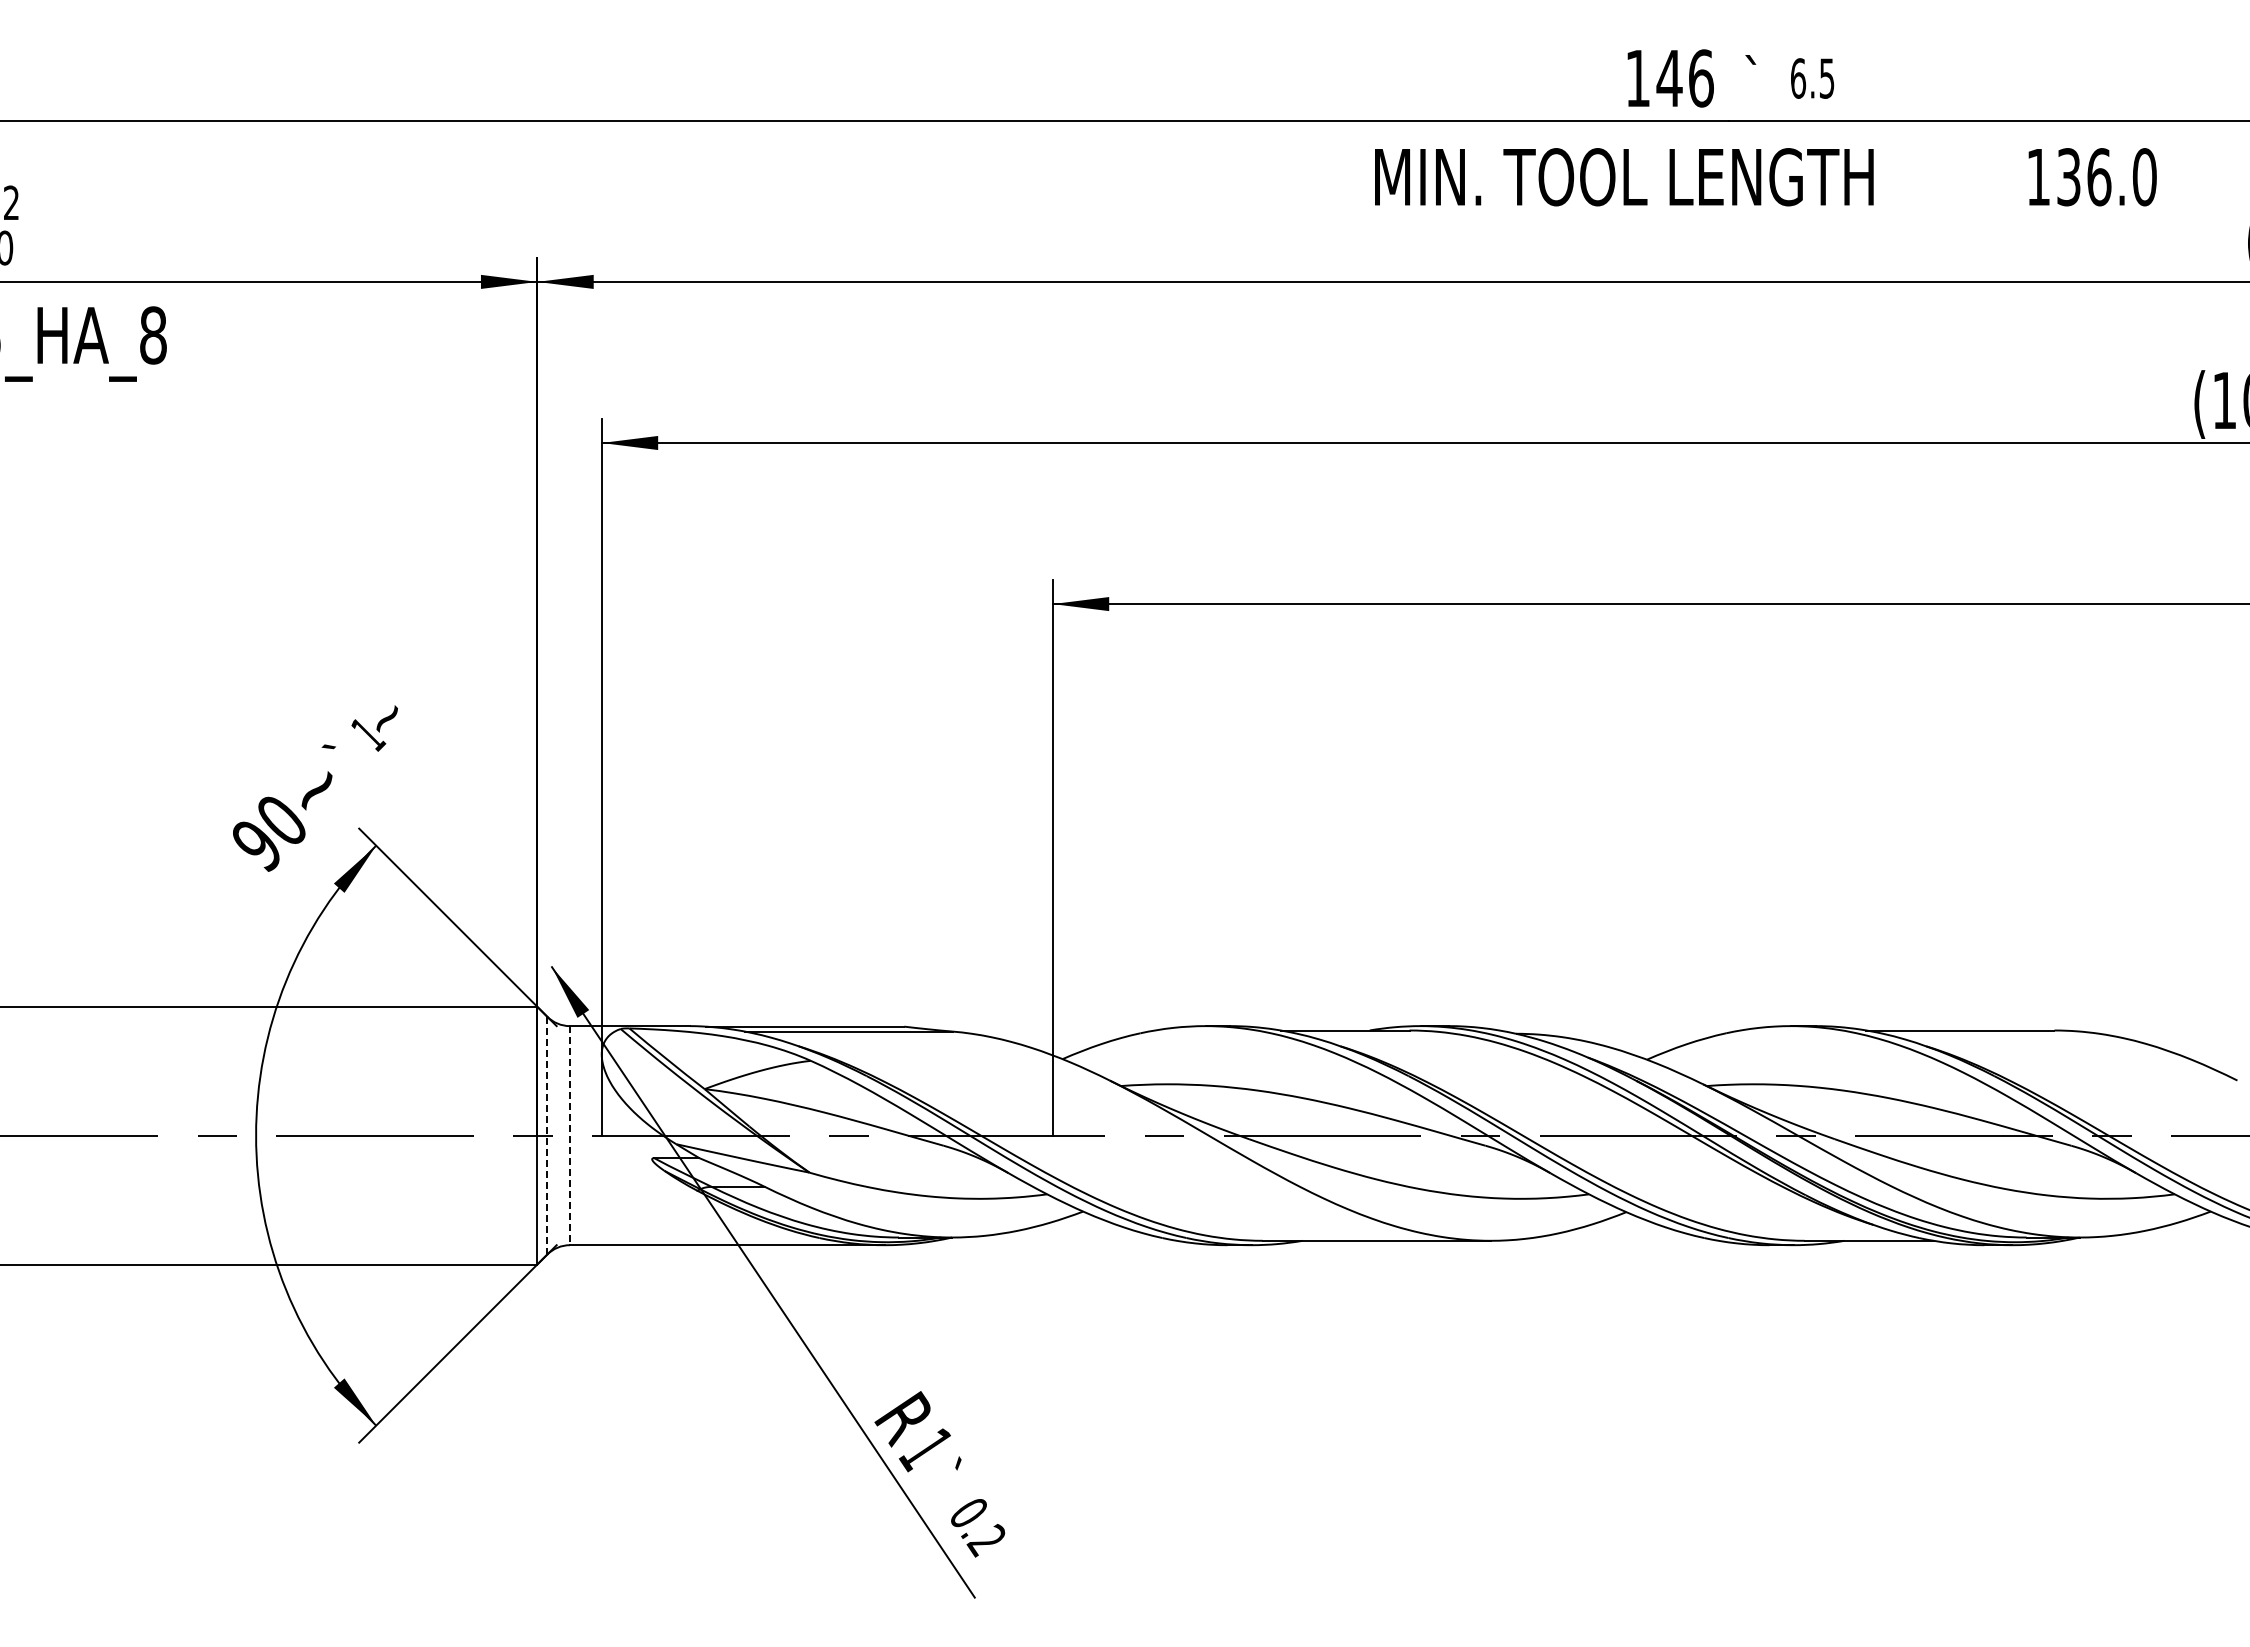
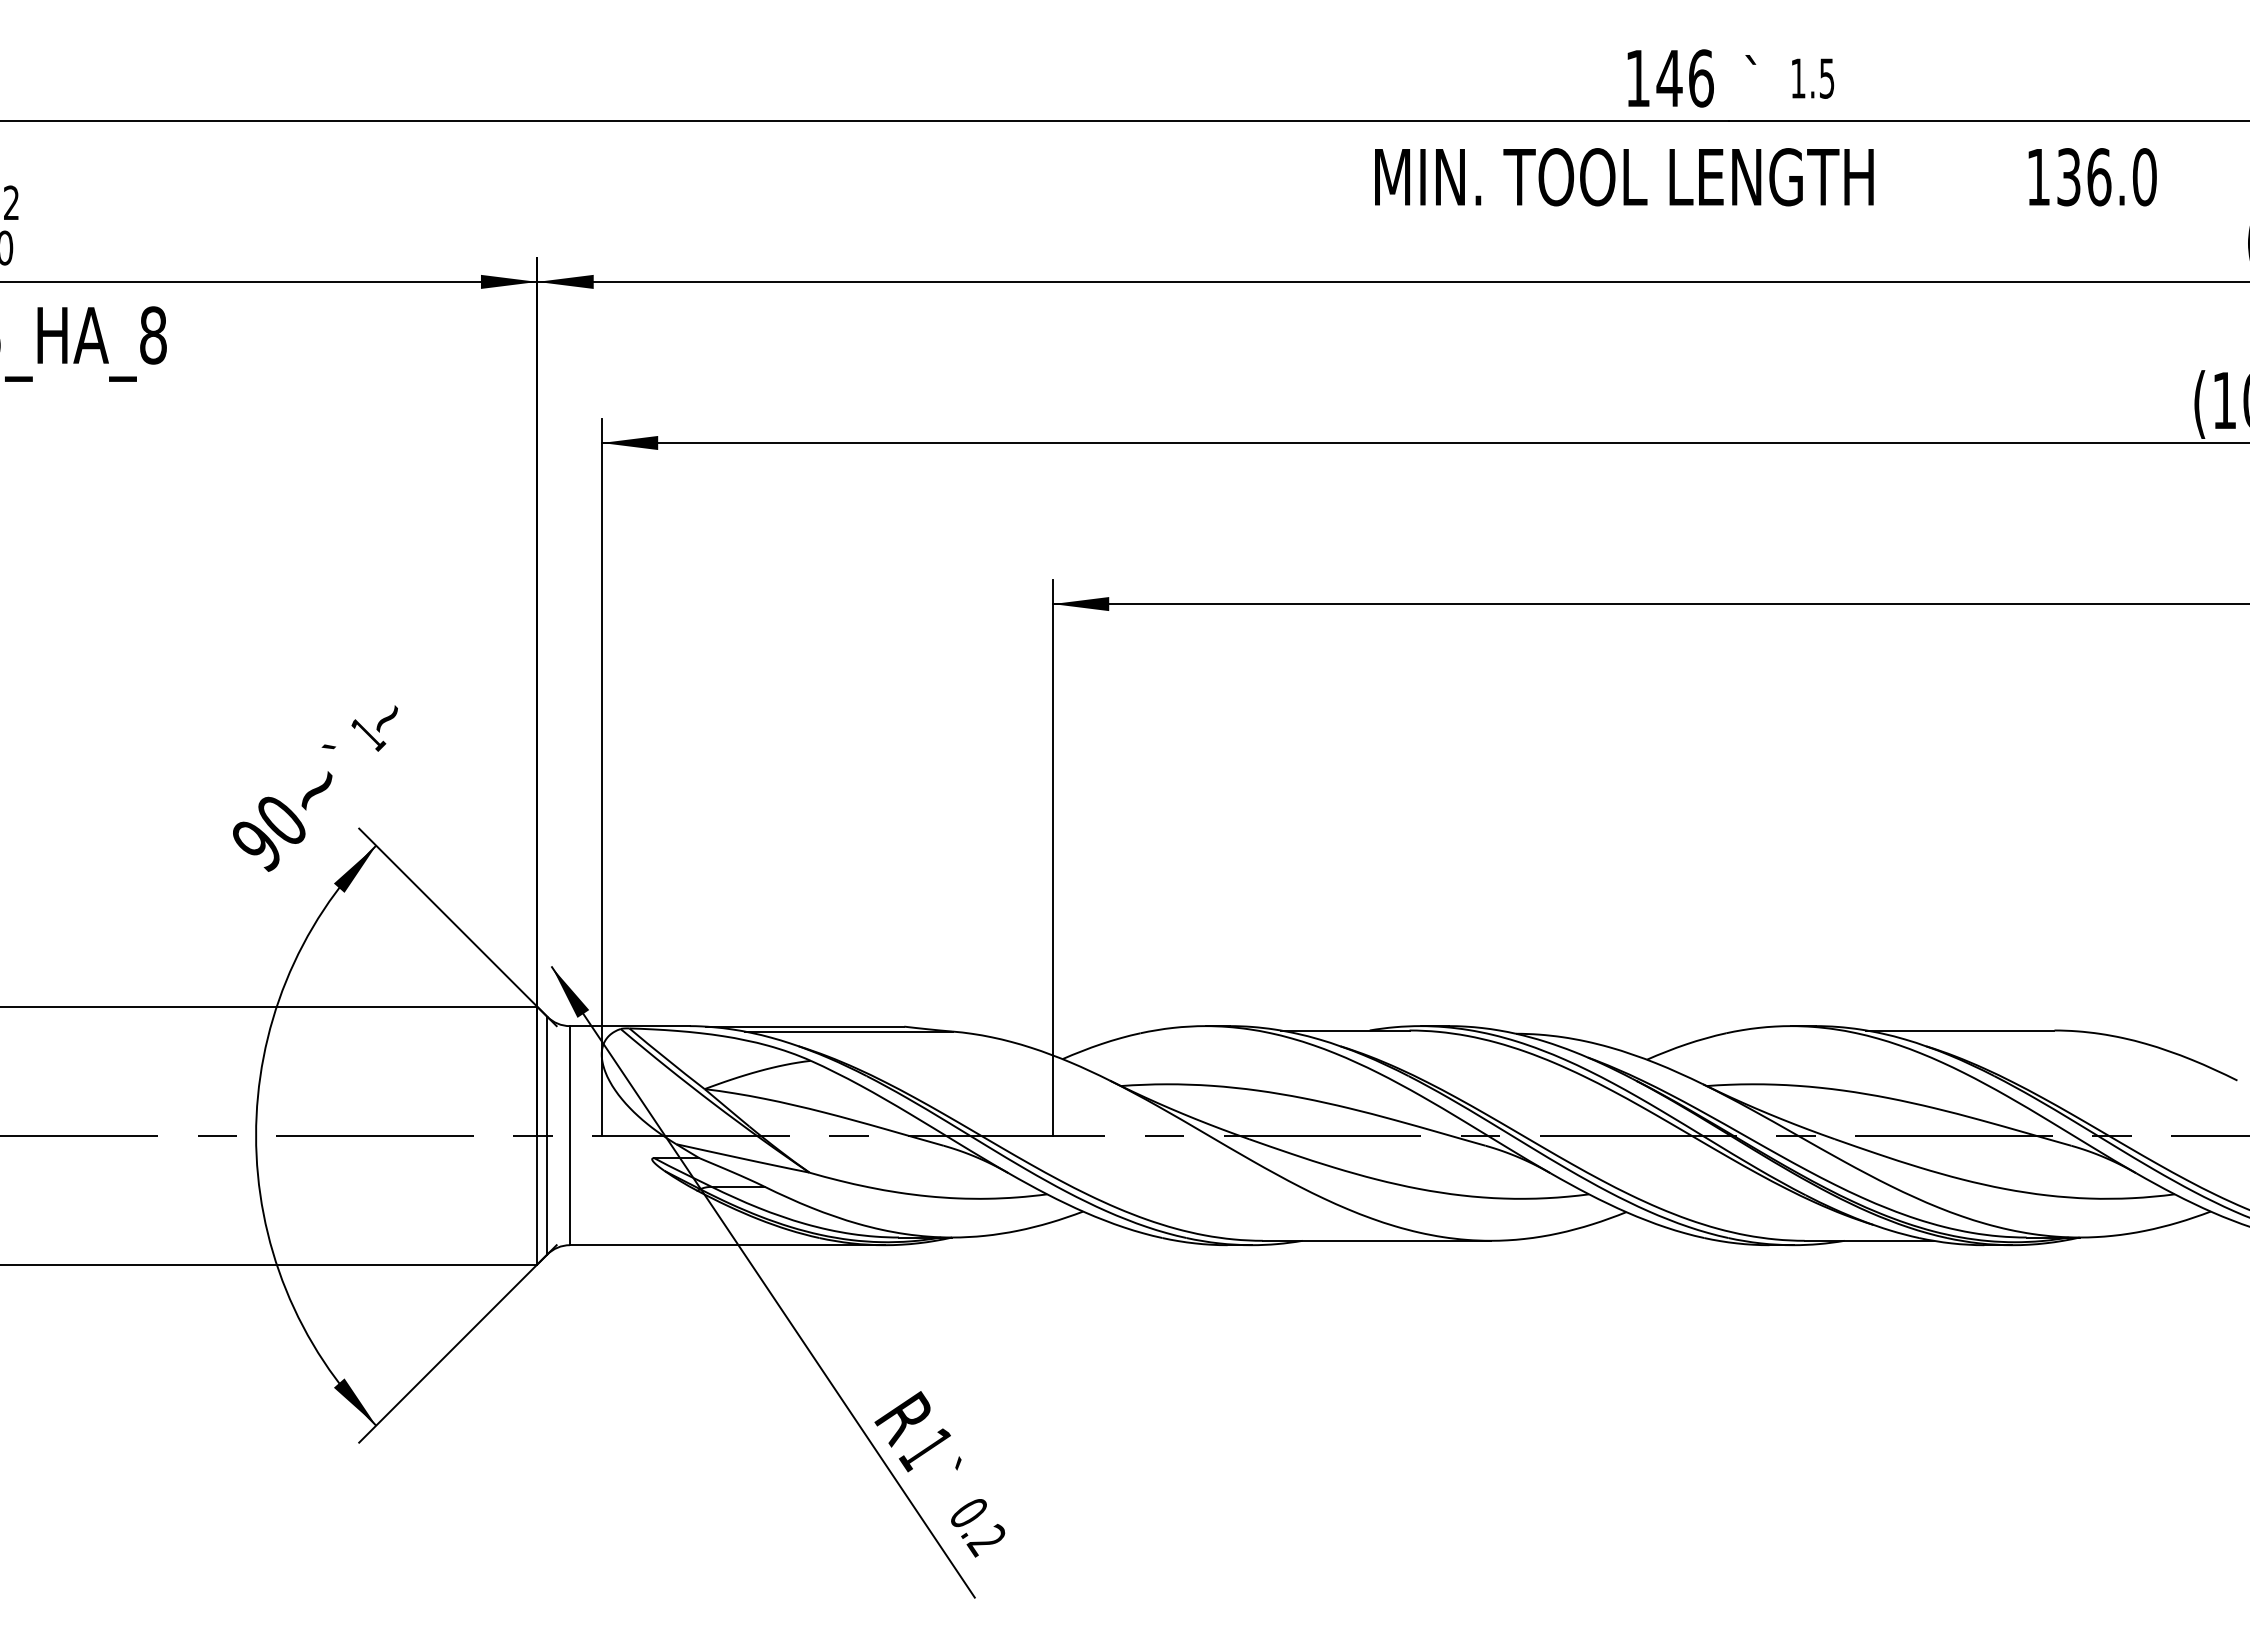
text at (1798, 78): 6.5 -> 1.5
line at (547, 1135): dashed -> solid
line at (570, 1135): dashed -> solid
